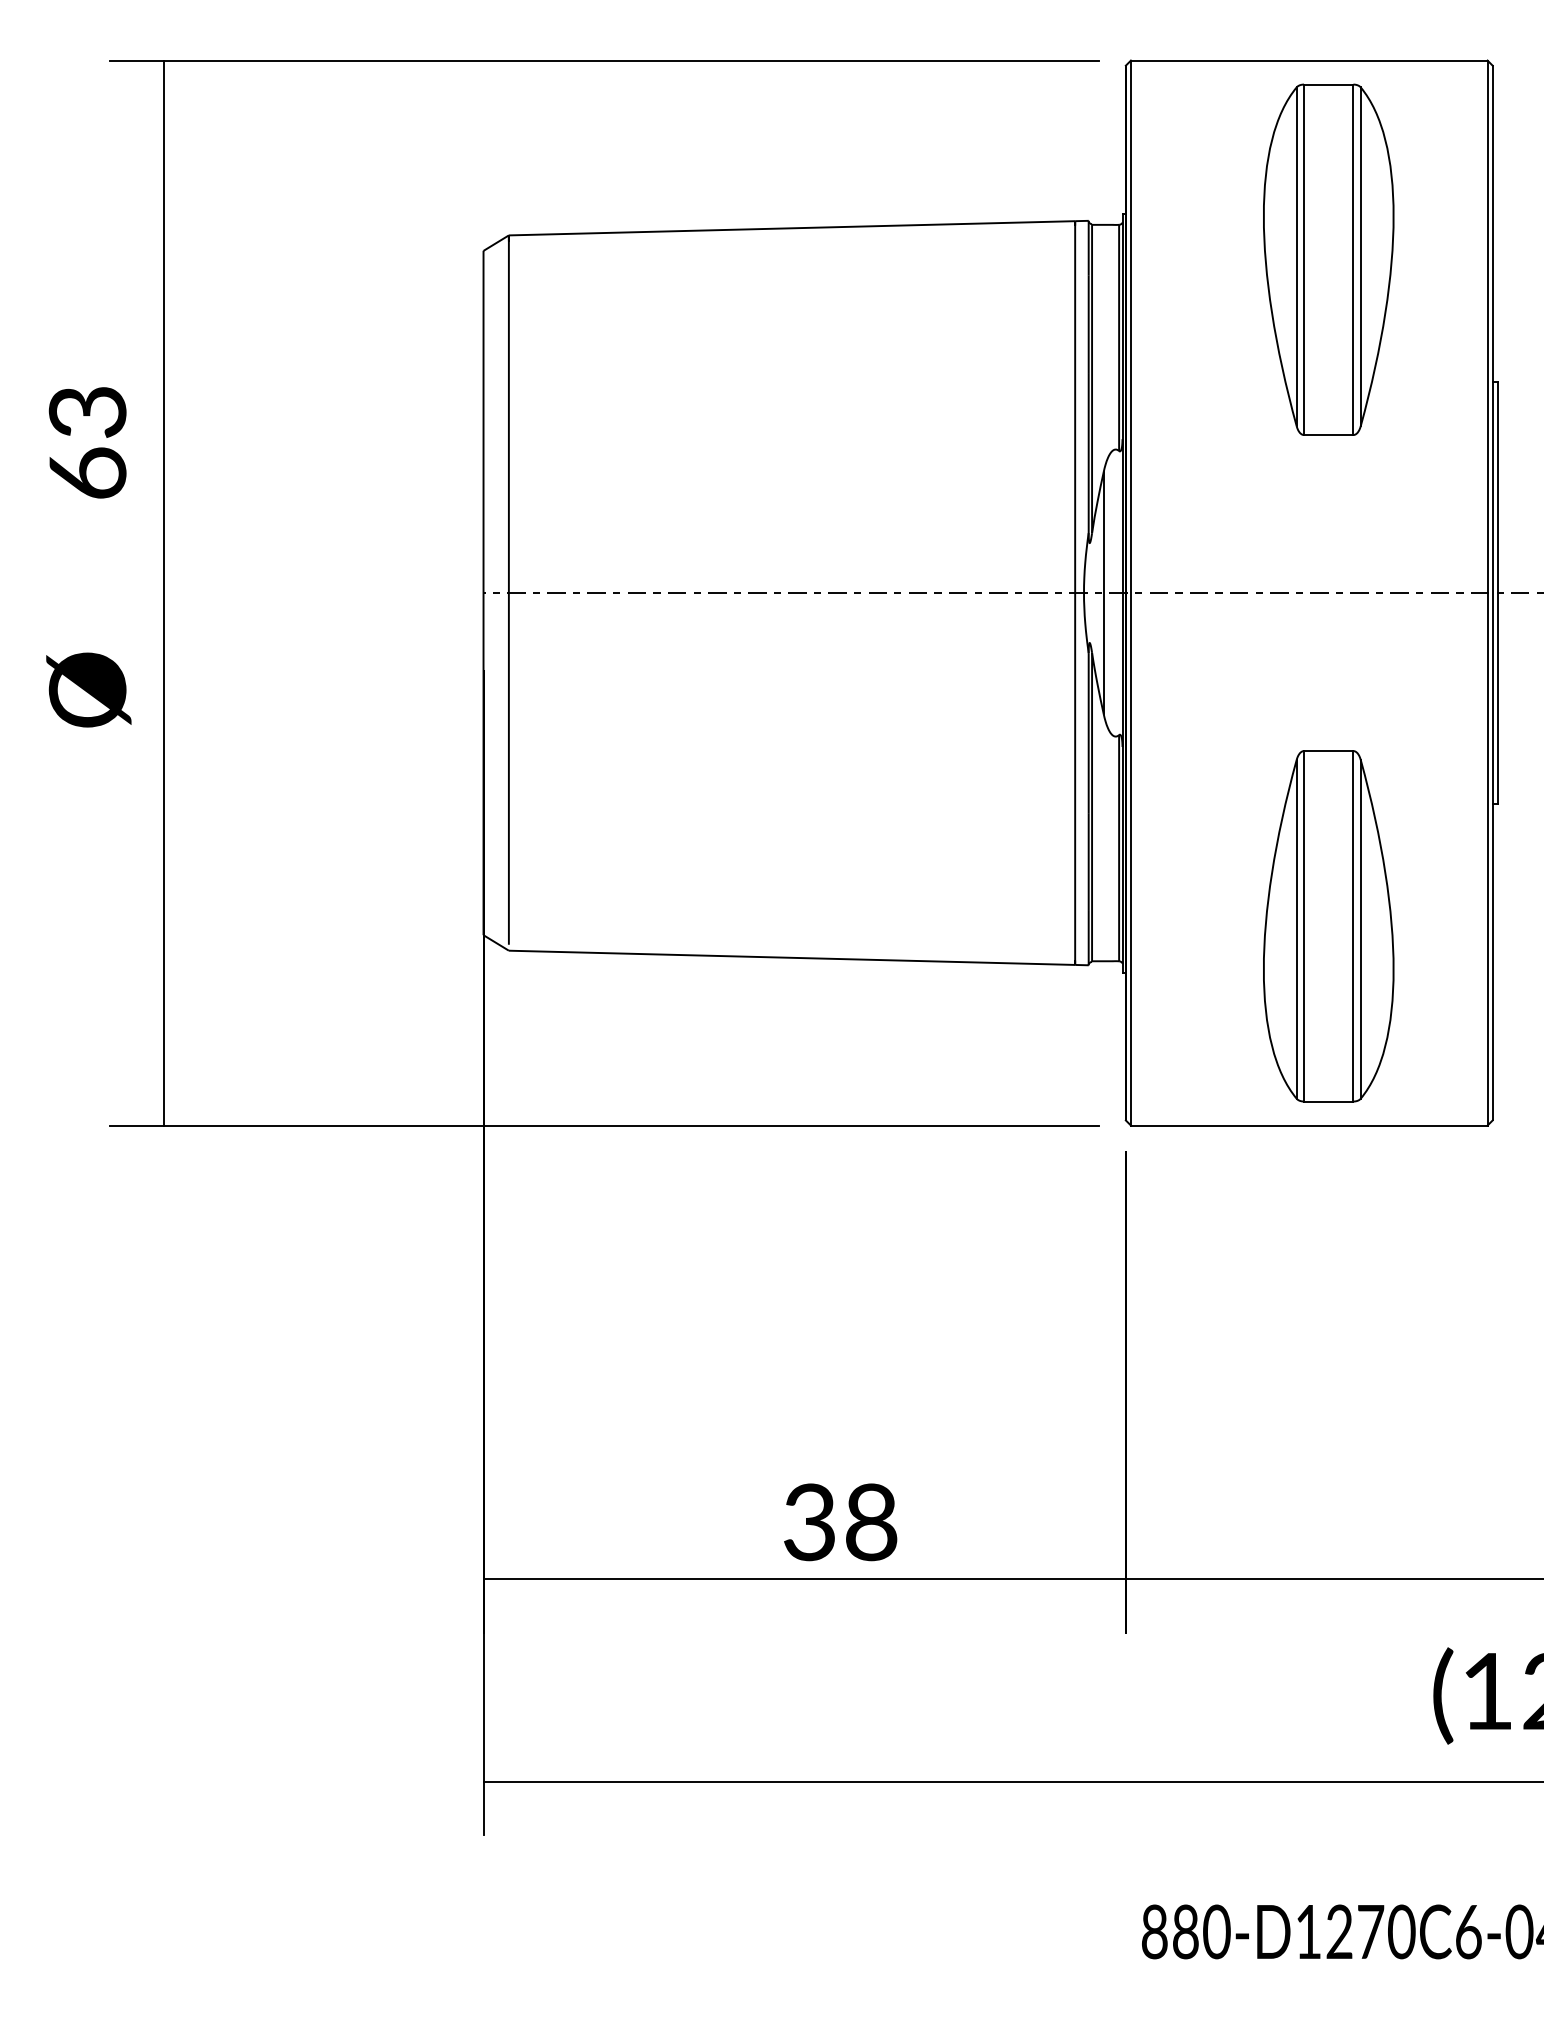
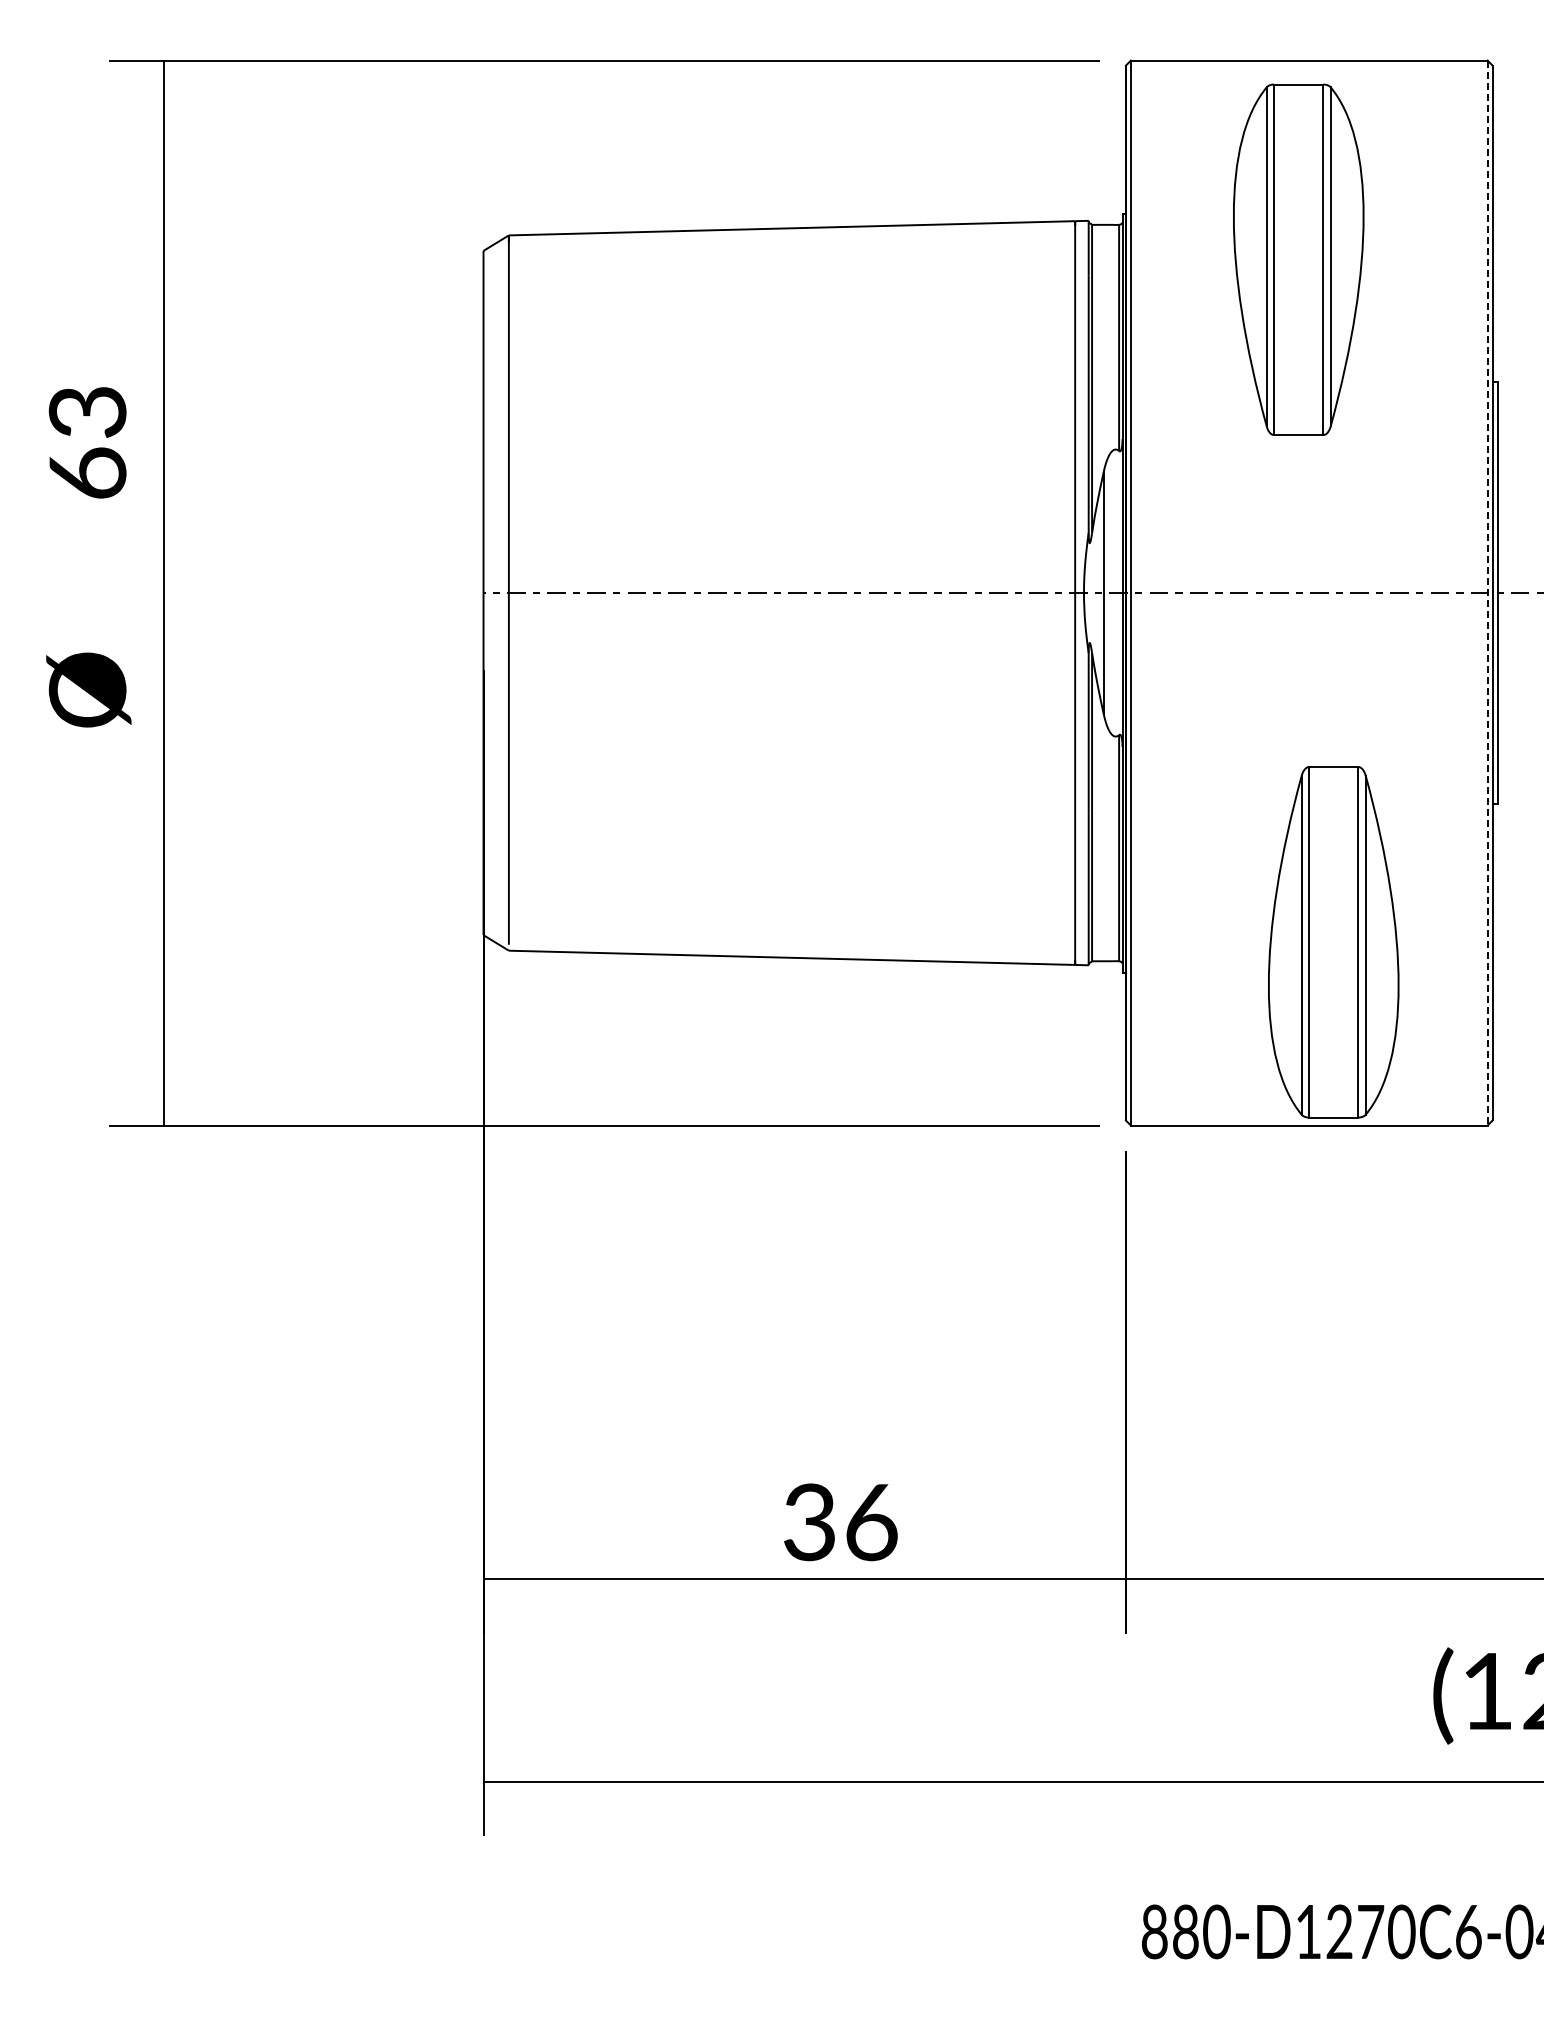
part at (1328, 259) position: (1328, 259) -> (1298, 259)
line at (1487, 593): solid -> dashed
part at (1328, 926) position: (1328, 926) -> (1333, 942)
text at (871, 1521): 38 -> 36
